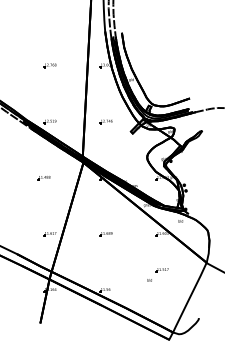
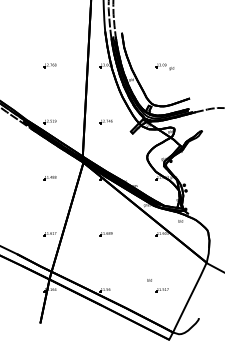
part at (164, 66): none -> present
part at (43, 178) position: (43, 178) -> (49, 178)
part at (161, 270) position: (161, 270) -> (161, 290)
